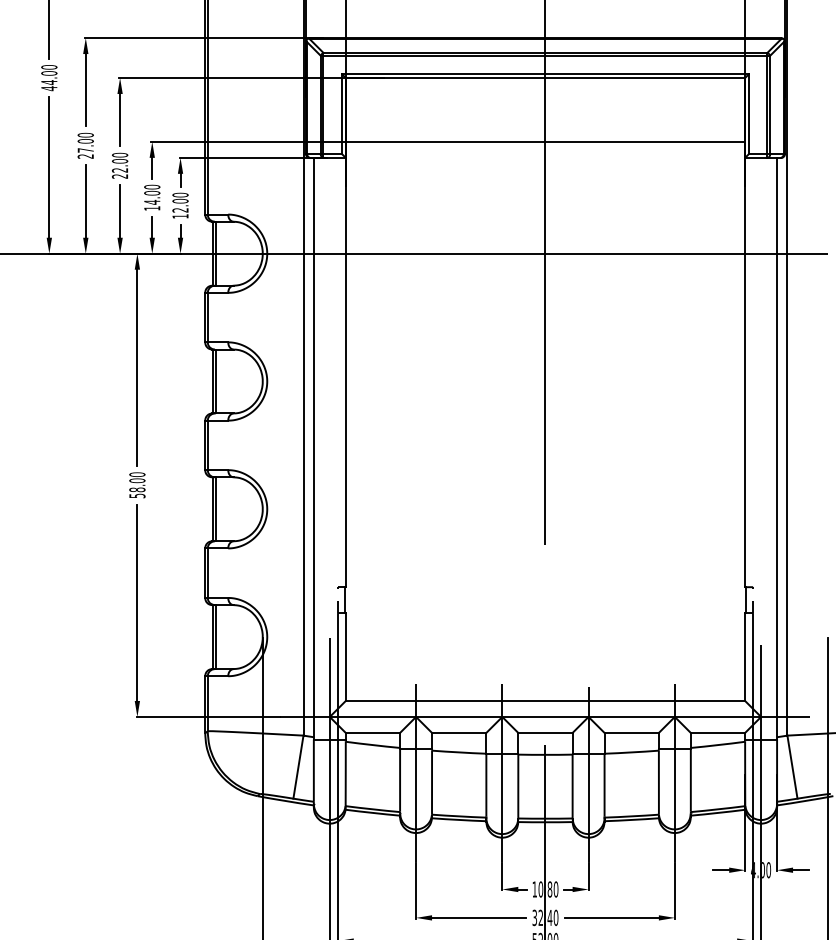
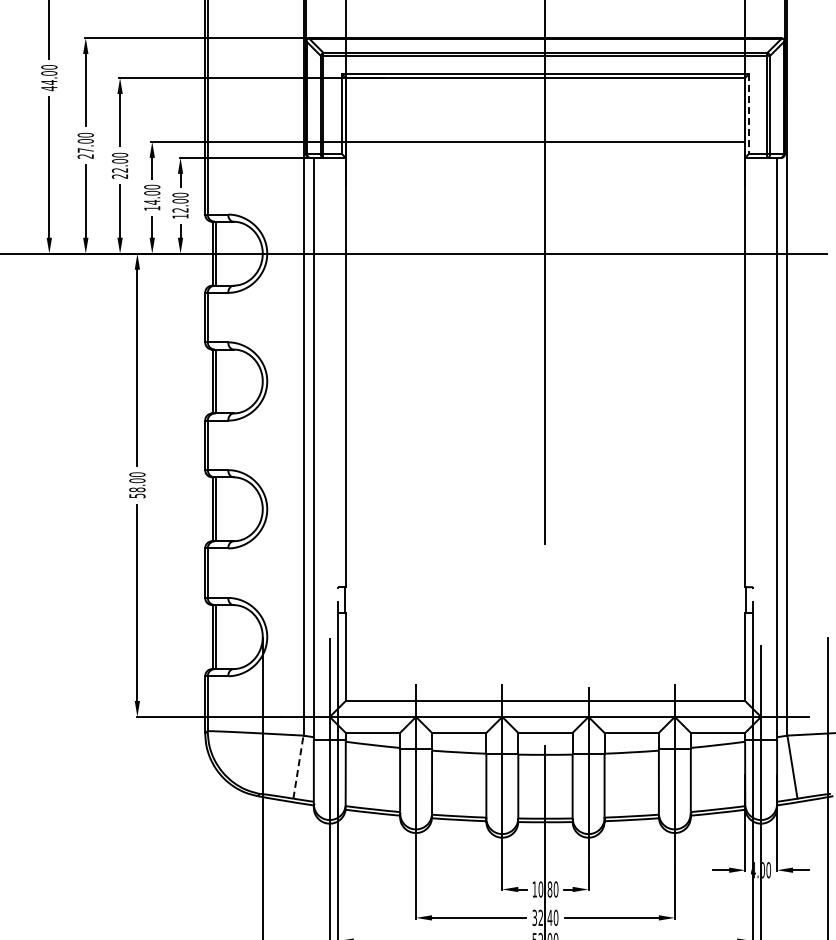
line at (749, 113): solid -> dashed
line at (298, 767): solid -> dashed
